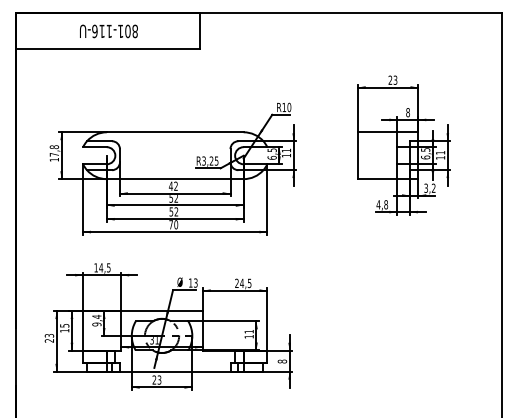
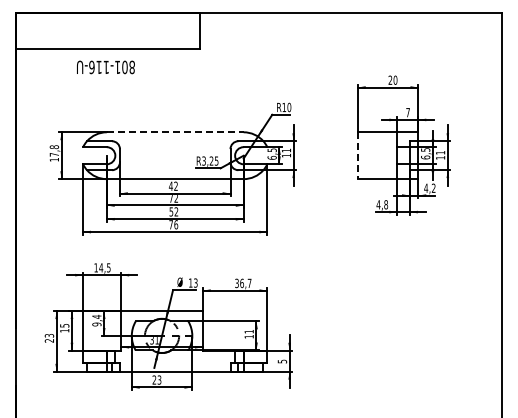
text at (108, 31) position: (108, 31) -> (105, 67)
text at (395, 79): 23 -> 20
text at (407, 112): 8 -> 7
line at (175, 132): solid -> dashed
line at (357, 156): solid -> dashed
text at (426, 187): 3,2 -> 4,2
text at (171, 198): 52 -> 72
text at (176, 224): 70 -> 76
text at (243, 283): 24,5 -> 36,7
text at (282, 361): 8 -> 5
